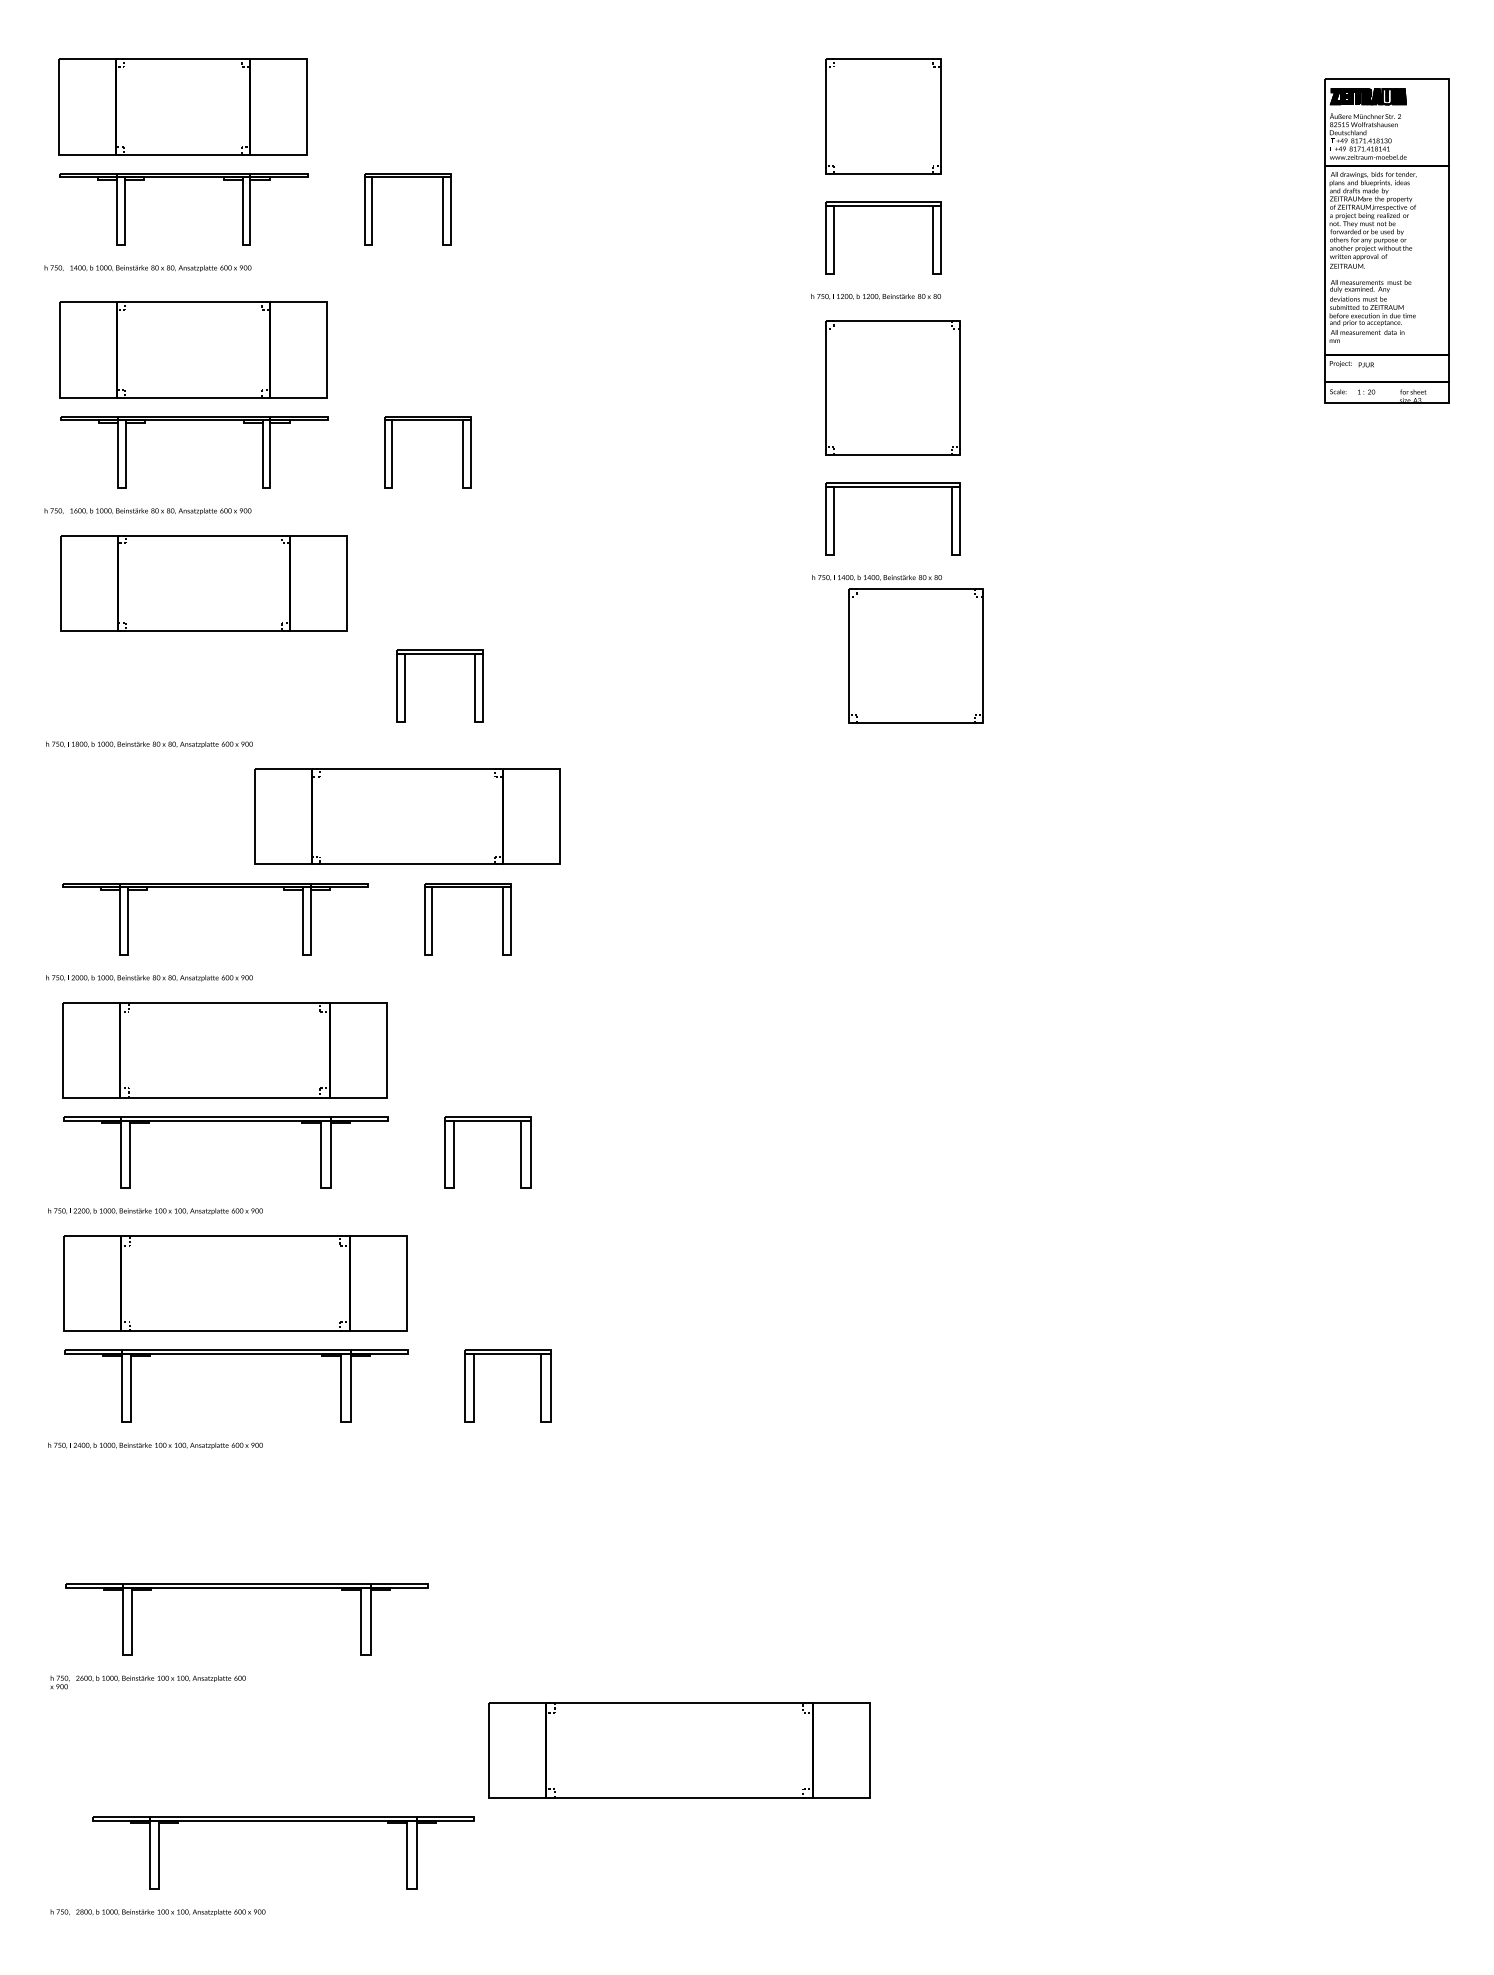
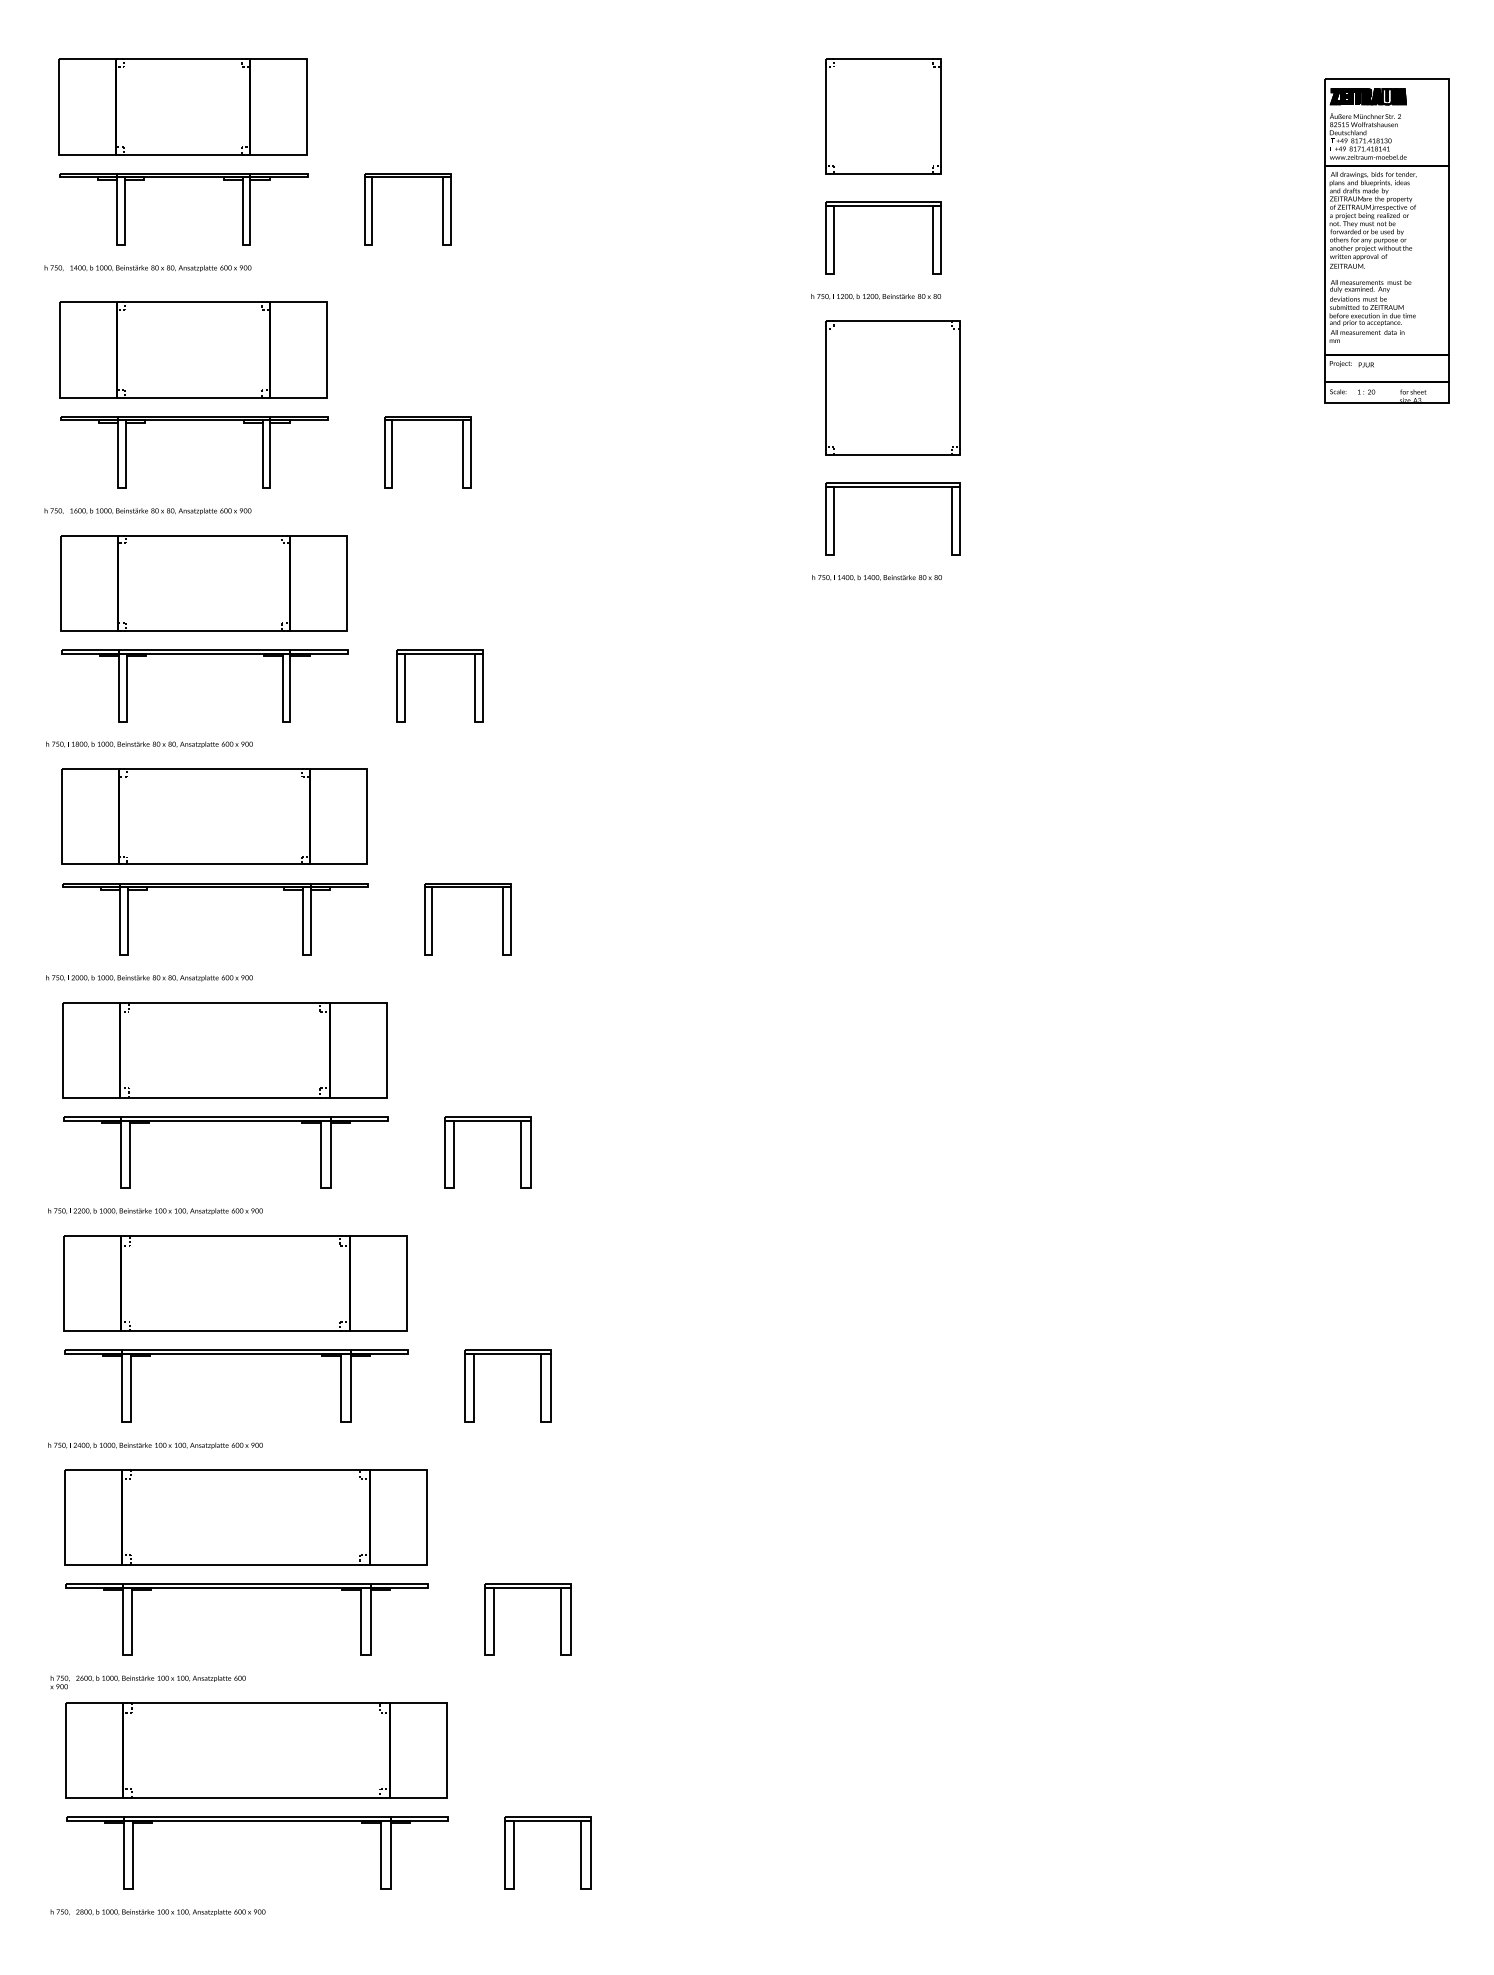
part at (204, 654): none -> present
part at (915, 655): present -> none
part at (407, 816) position: (407, 816) -> (214, 816)
part at (245, 1517): none -> present
part at (527, 1588): none -> present
part at (679, 1750) position: (679, 1750) -> (256, 1750)
part at (283, 1821) position: (283, 1821) -> (257, 1821)
part at (547, 1821): none -> present
